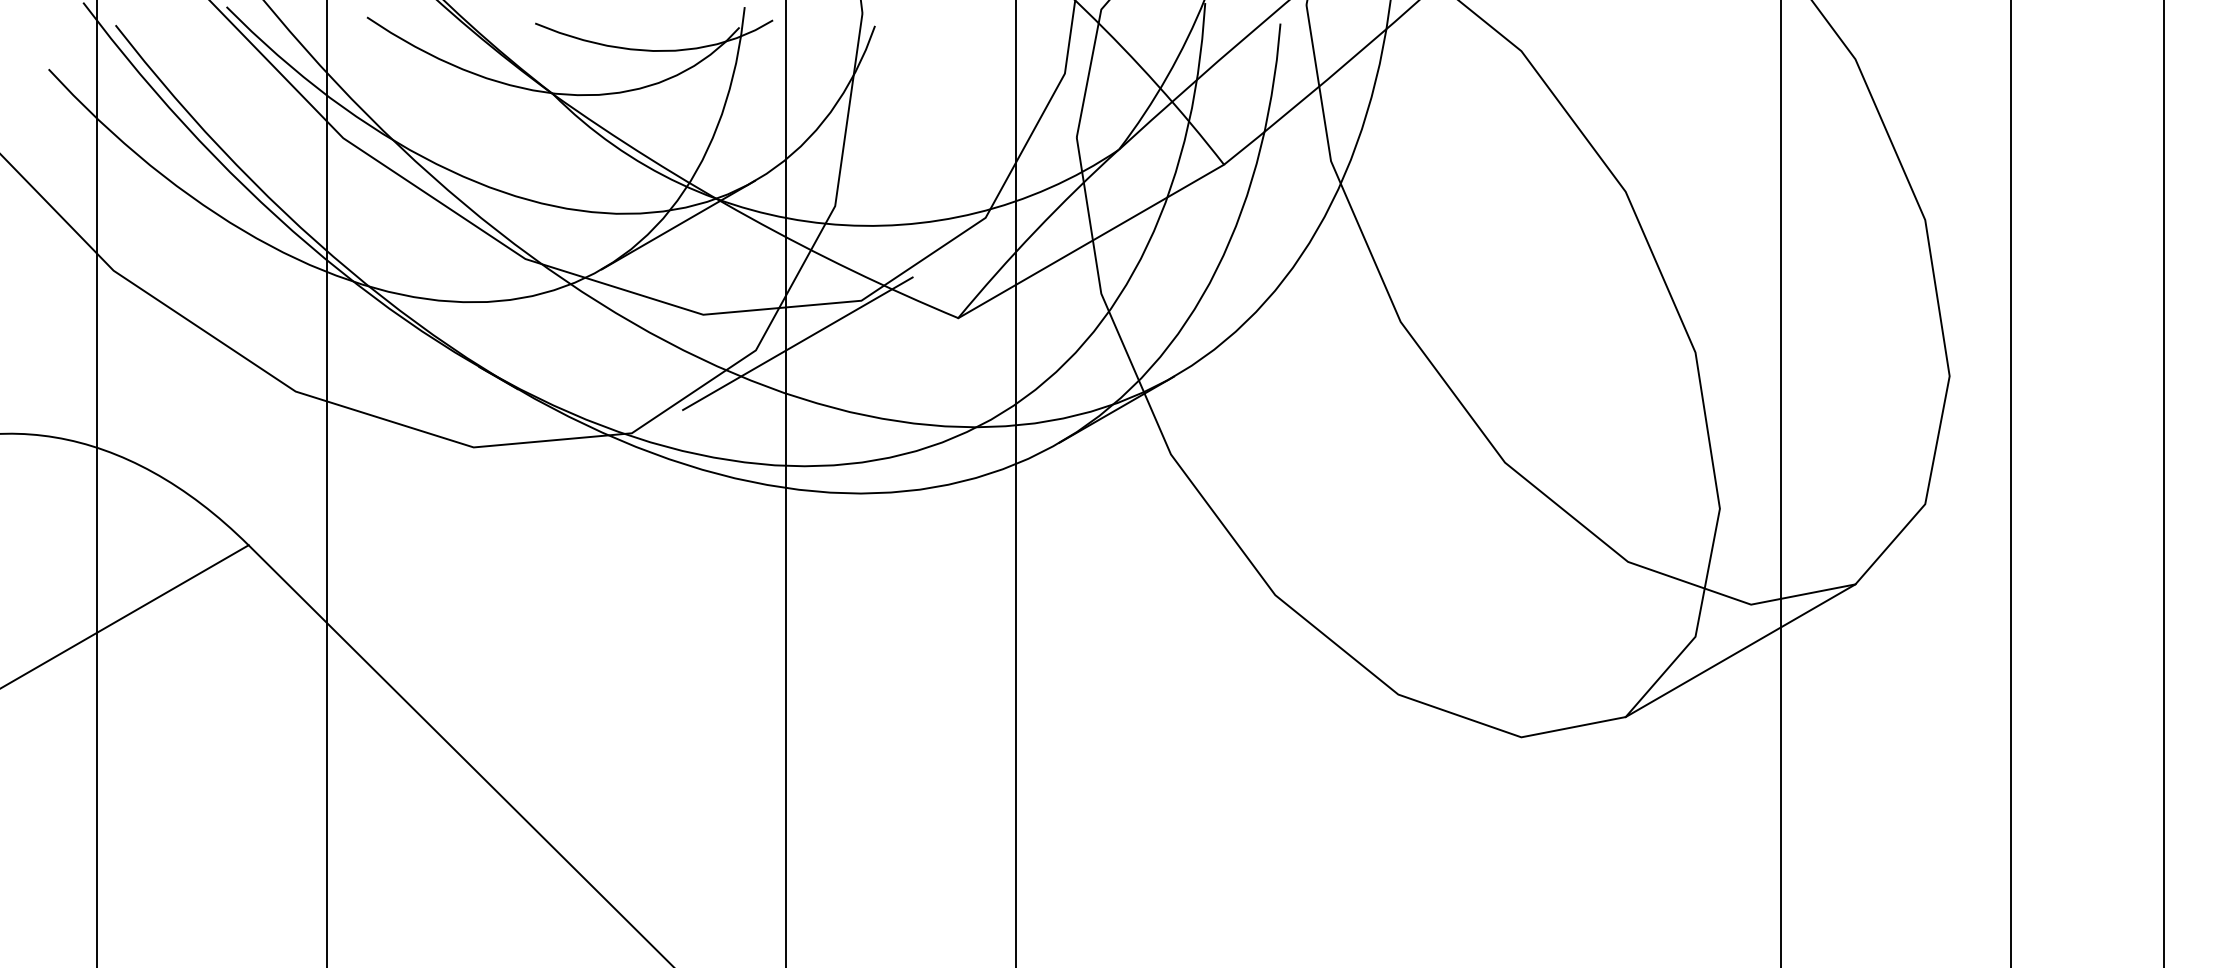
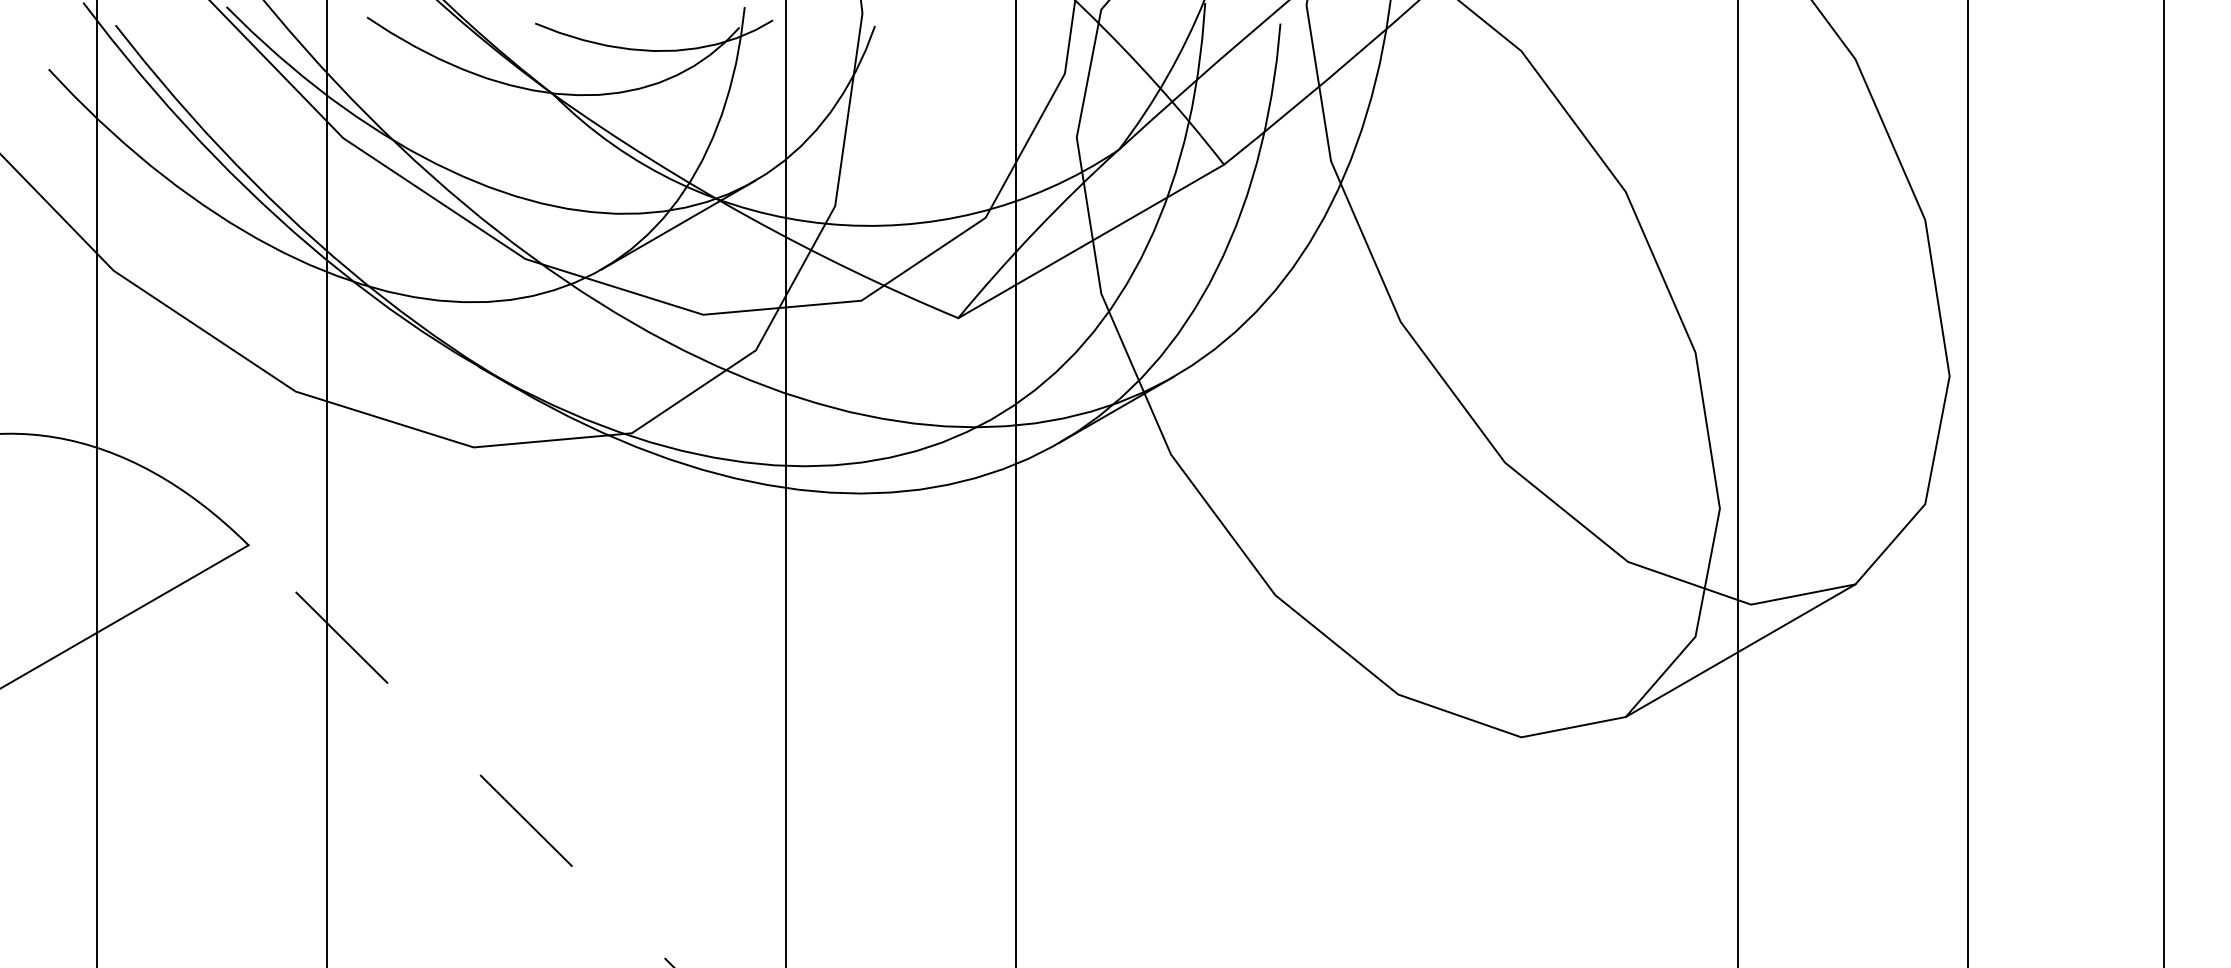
line at (797, 343): present -> none
line at (1781, 483) position: (1781, 483) -> (1738, 483)
line at (2010, 483) position: (2010, 483) -> (1967, 483)
line at (461, 756): solid -> dashed
